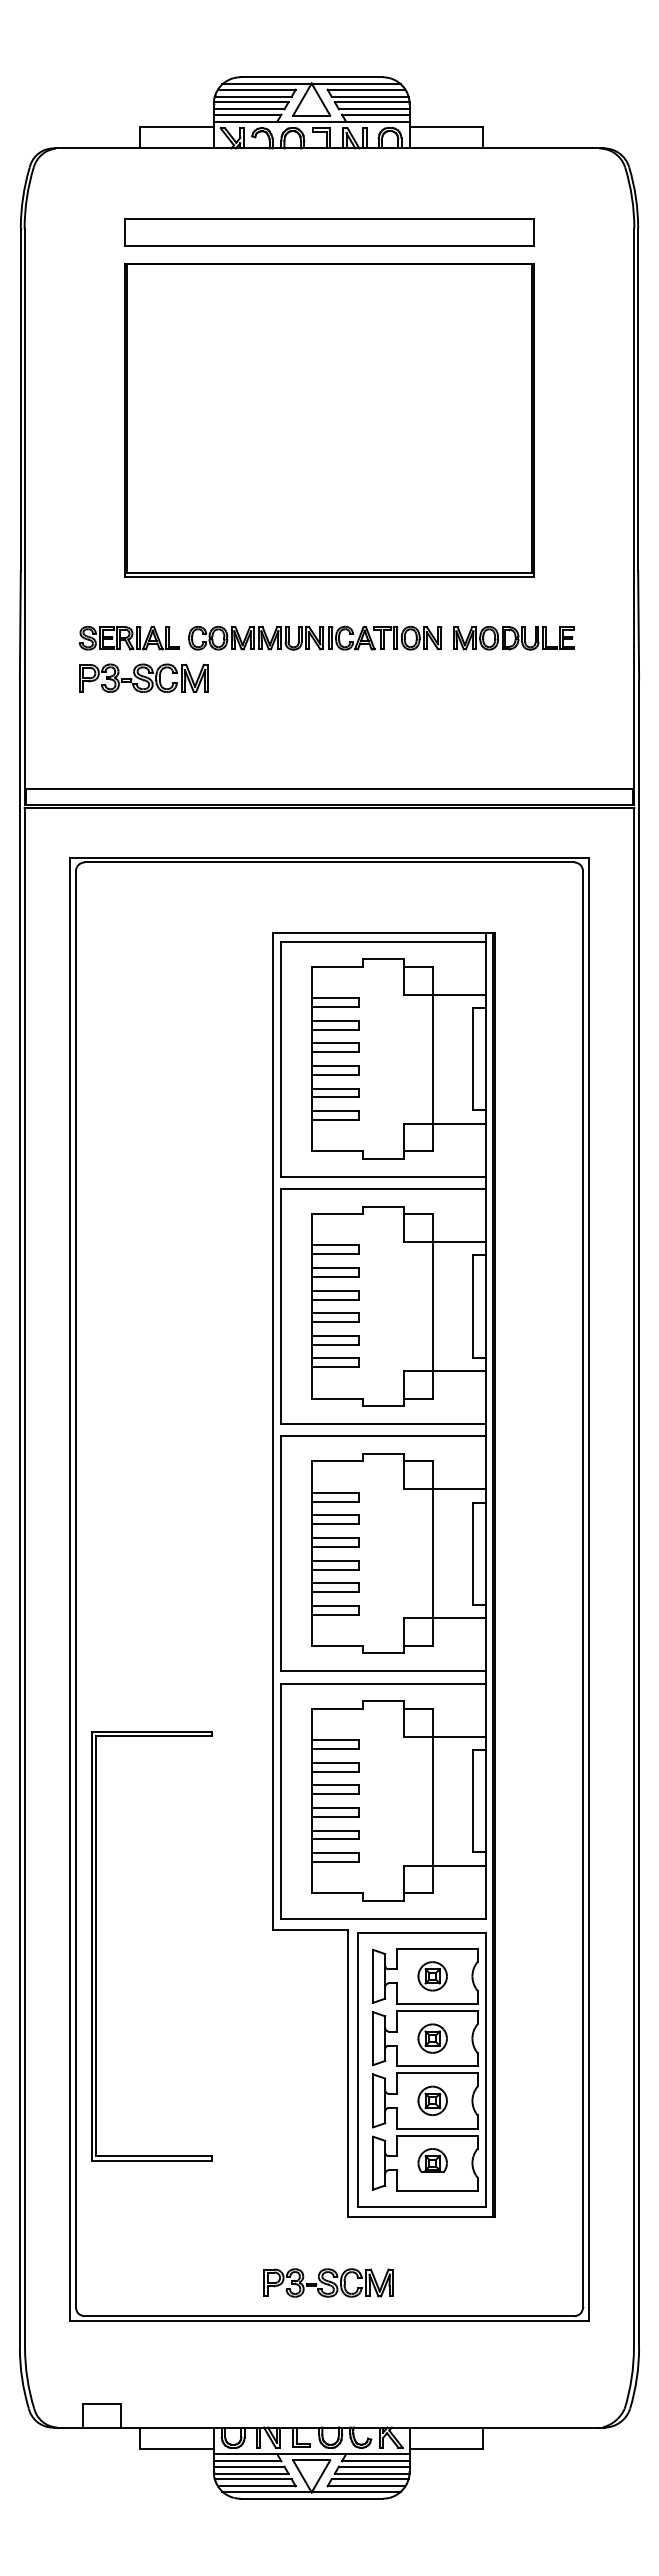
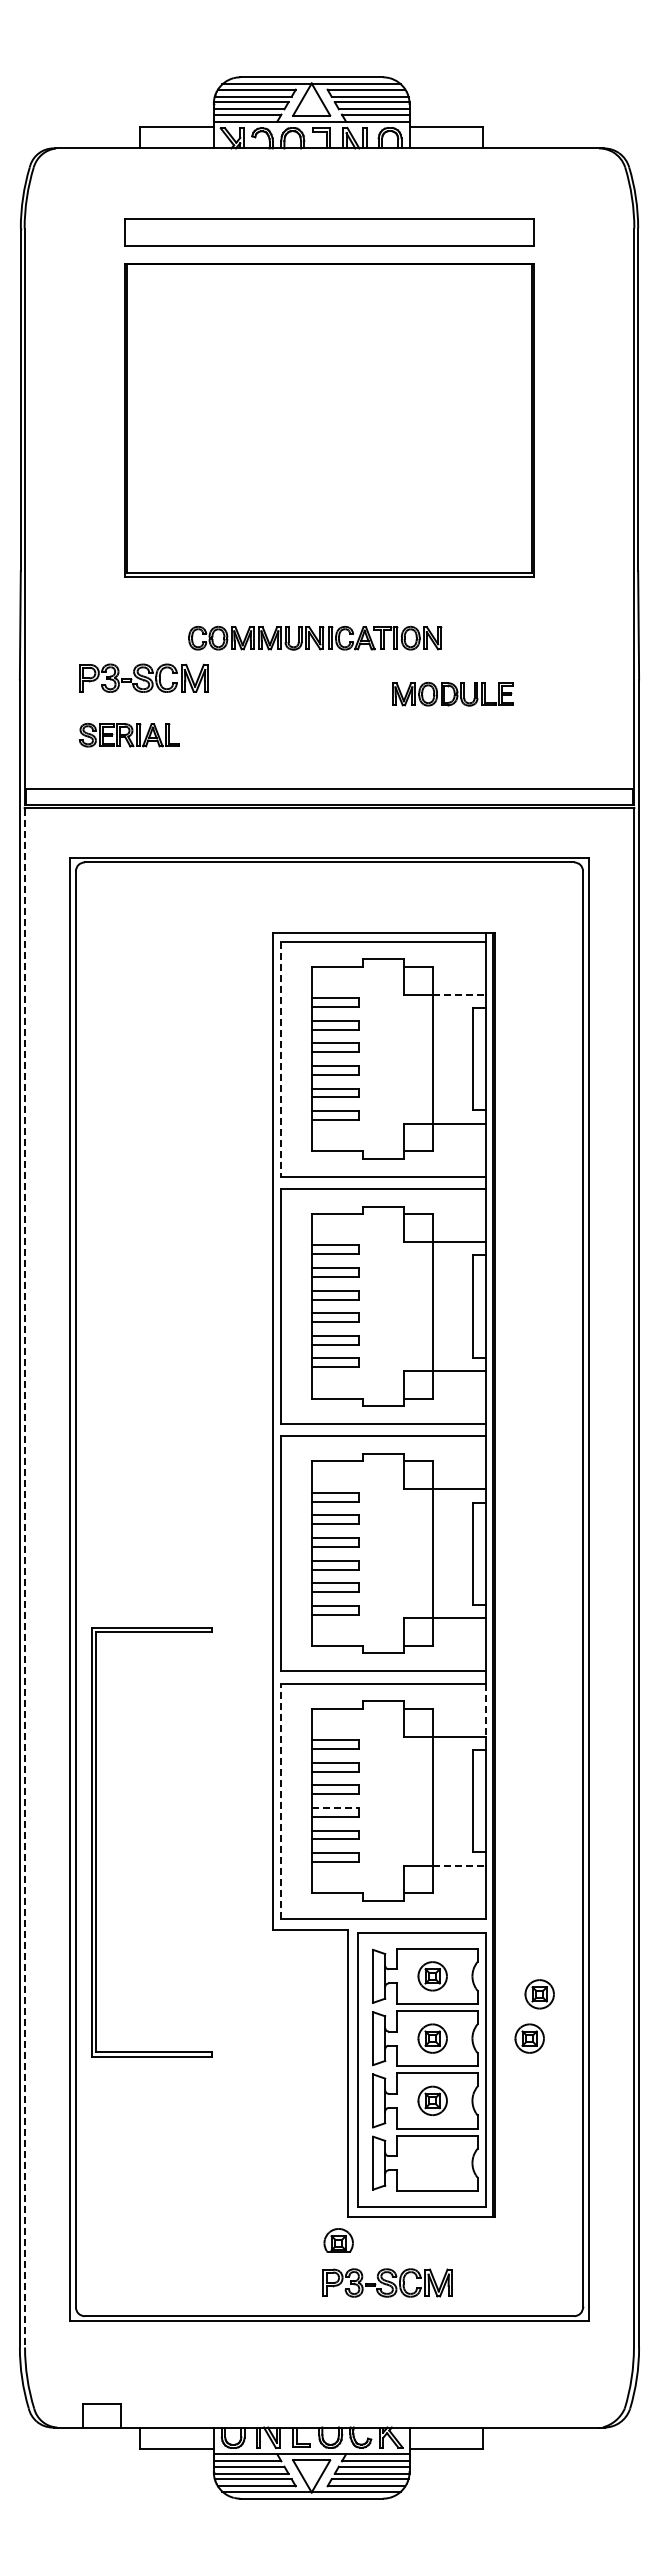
part at (129, 638) position: (129, 638) -> (129, 735)
part at (513, 638) position: (513, 638) -> (452, 694)
line at (459, 994): solid -> dashed
line at (281, 1059): solid -> dashed
line at (25, 1578): solid -> dashed
line at (486, 1710): solid -> dashed
line at (281, 1800): solid -> dashed
line at (335, 1807): solid -> dashed
line at (459, 1865): solid -> dashed
part at (96, 1946) position: (96, 1946) -> (96, 1842)
part at (539, 1994): none -> present
part at (529, 2038): none -> present
part at (432, 2160) position: (432, 2160) -> (338, 2240)
part at (328, 2282) position: (328, 2282) -> (387, 2282)
